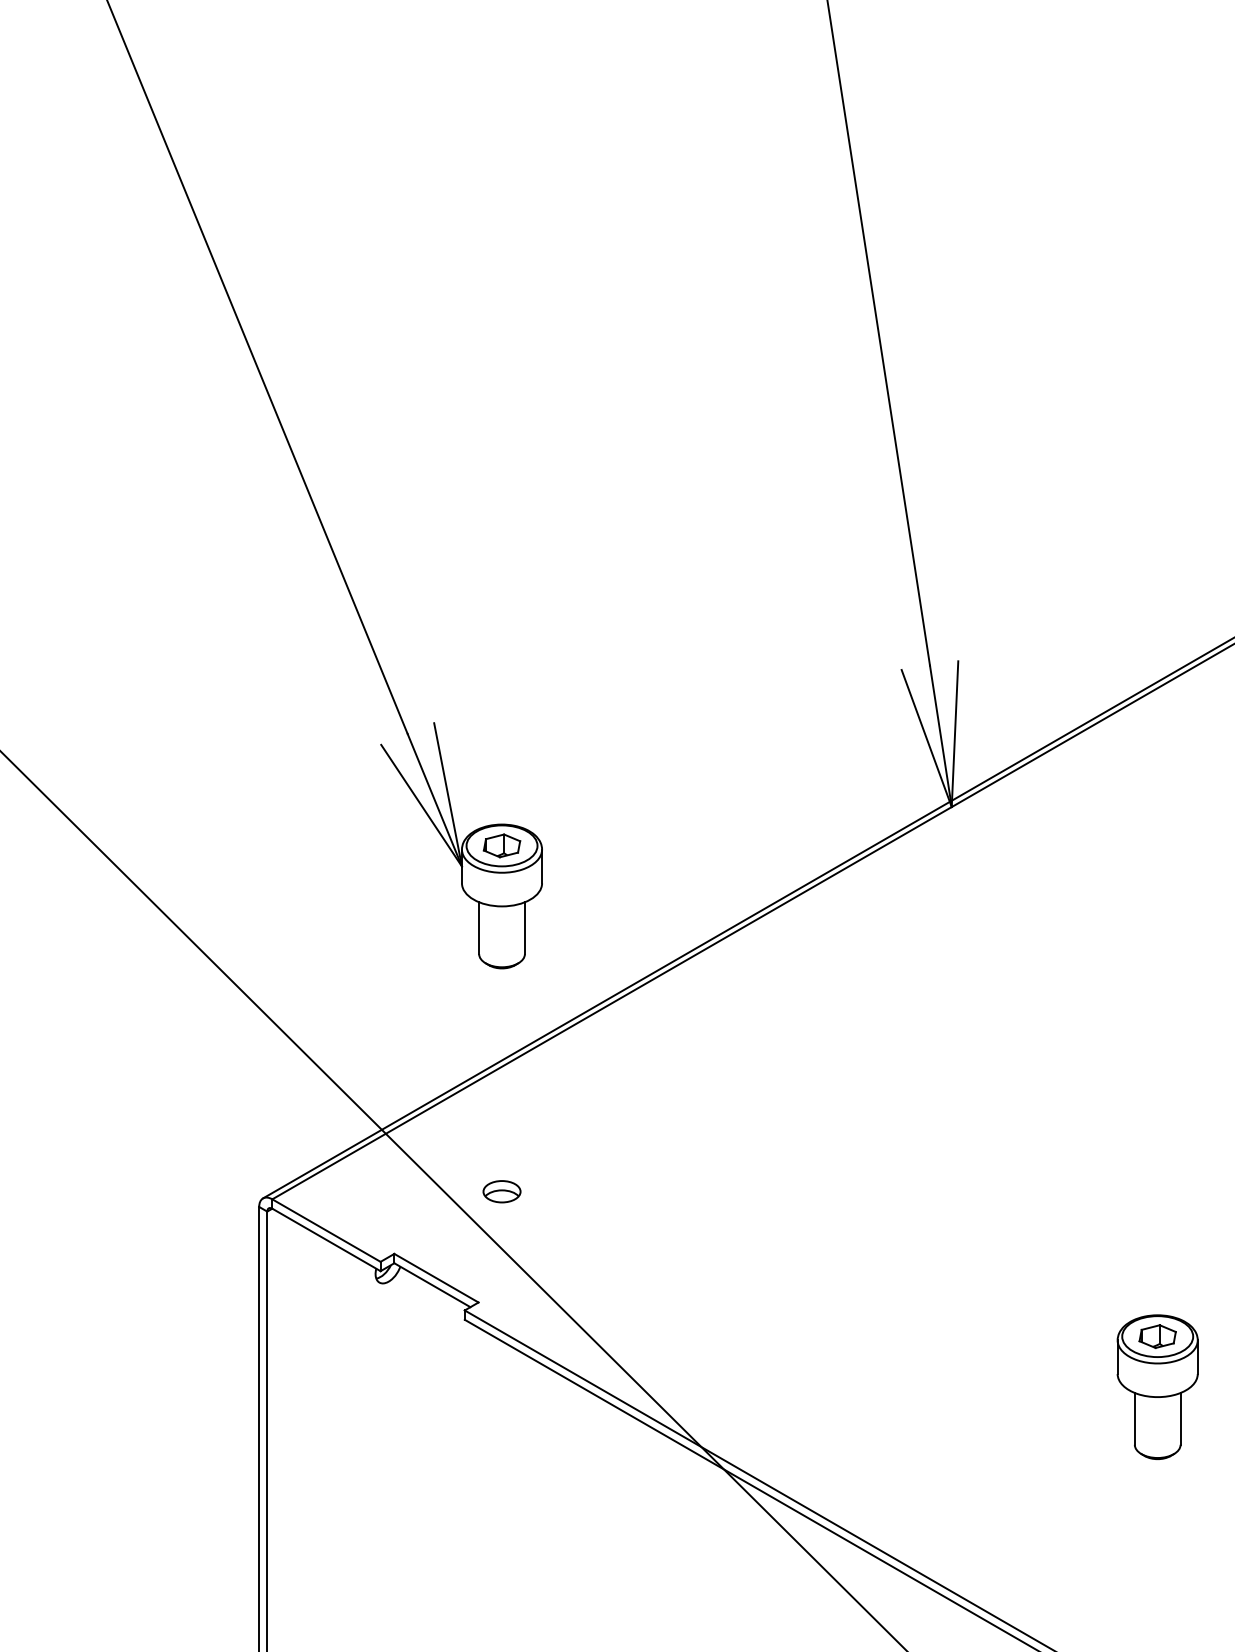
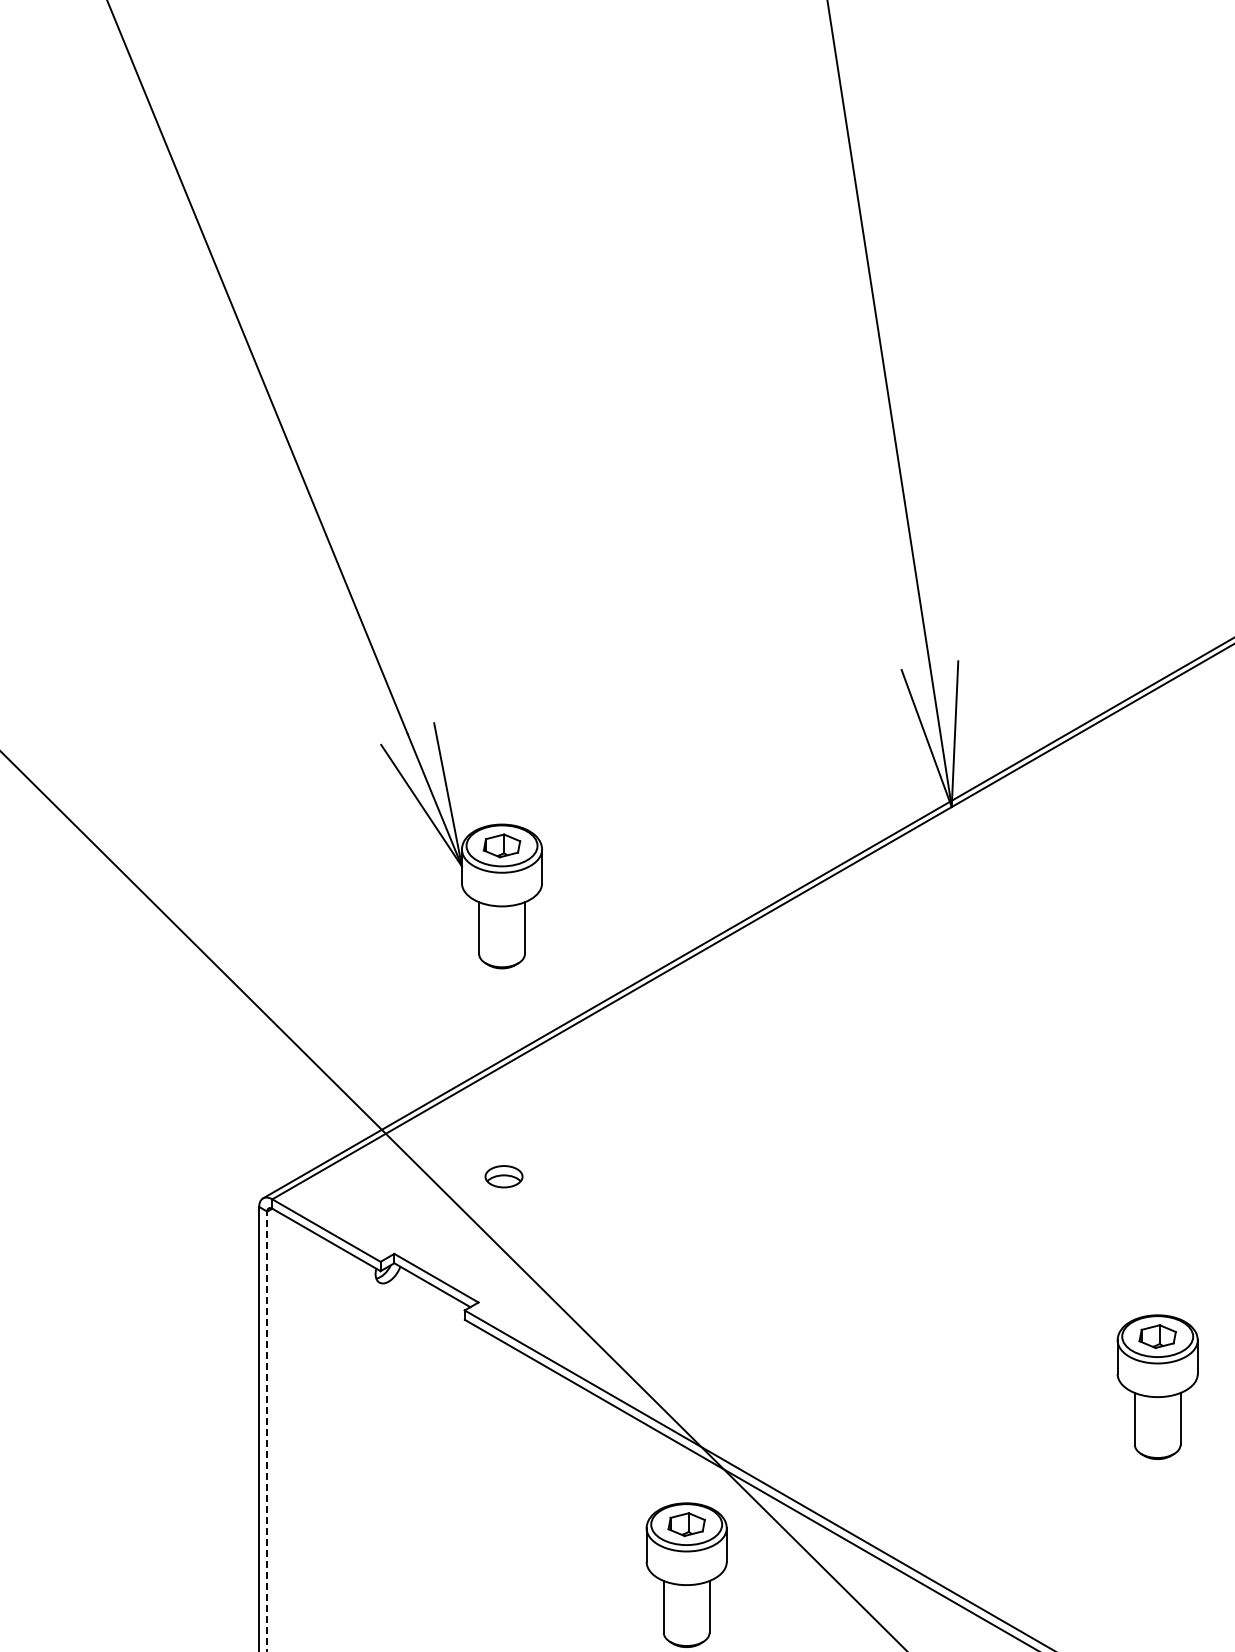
part at (501, 1191) position: (501, 1191) -> (503, 1176)
line at (267, 1431): solid -> dashed
part at (686, 1574): none -> present
